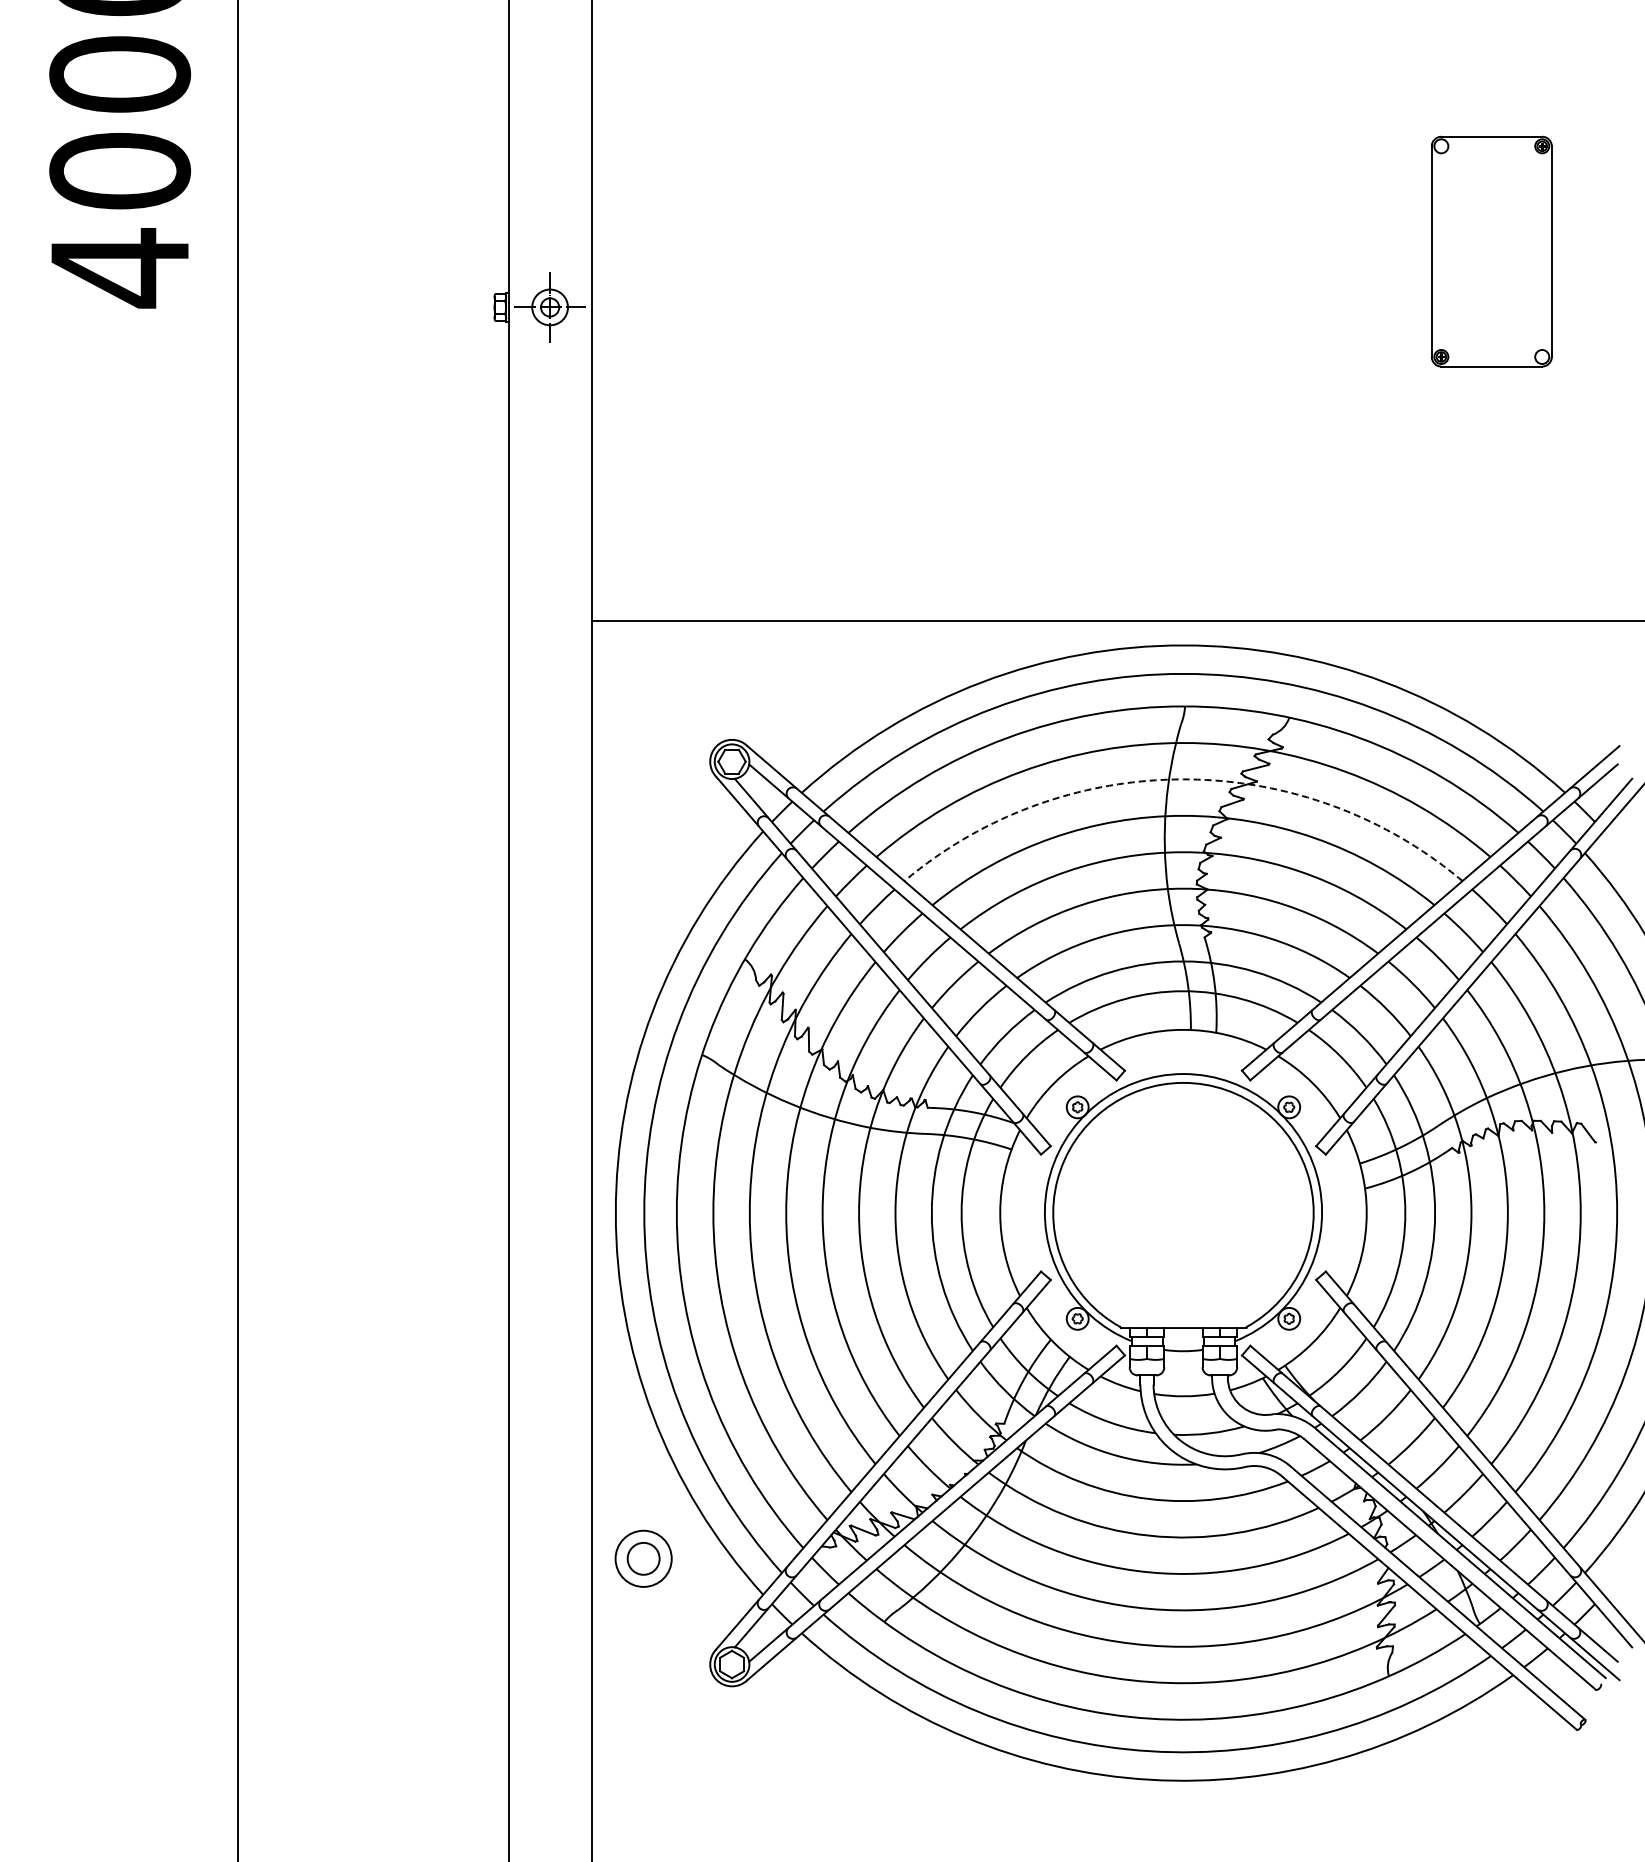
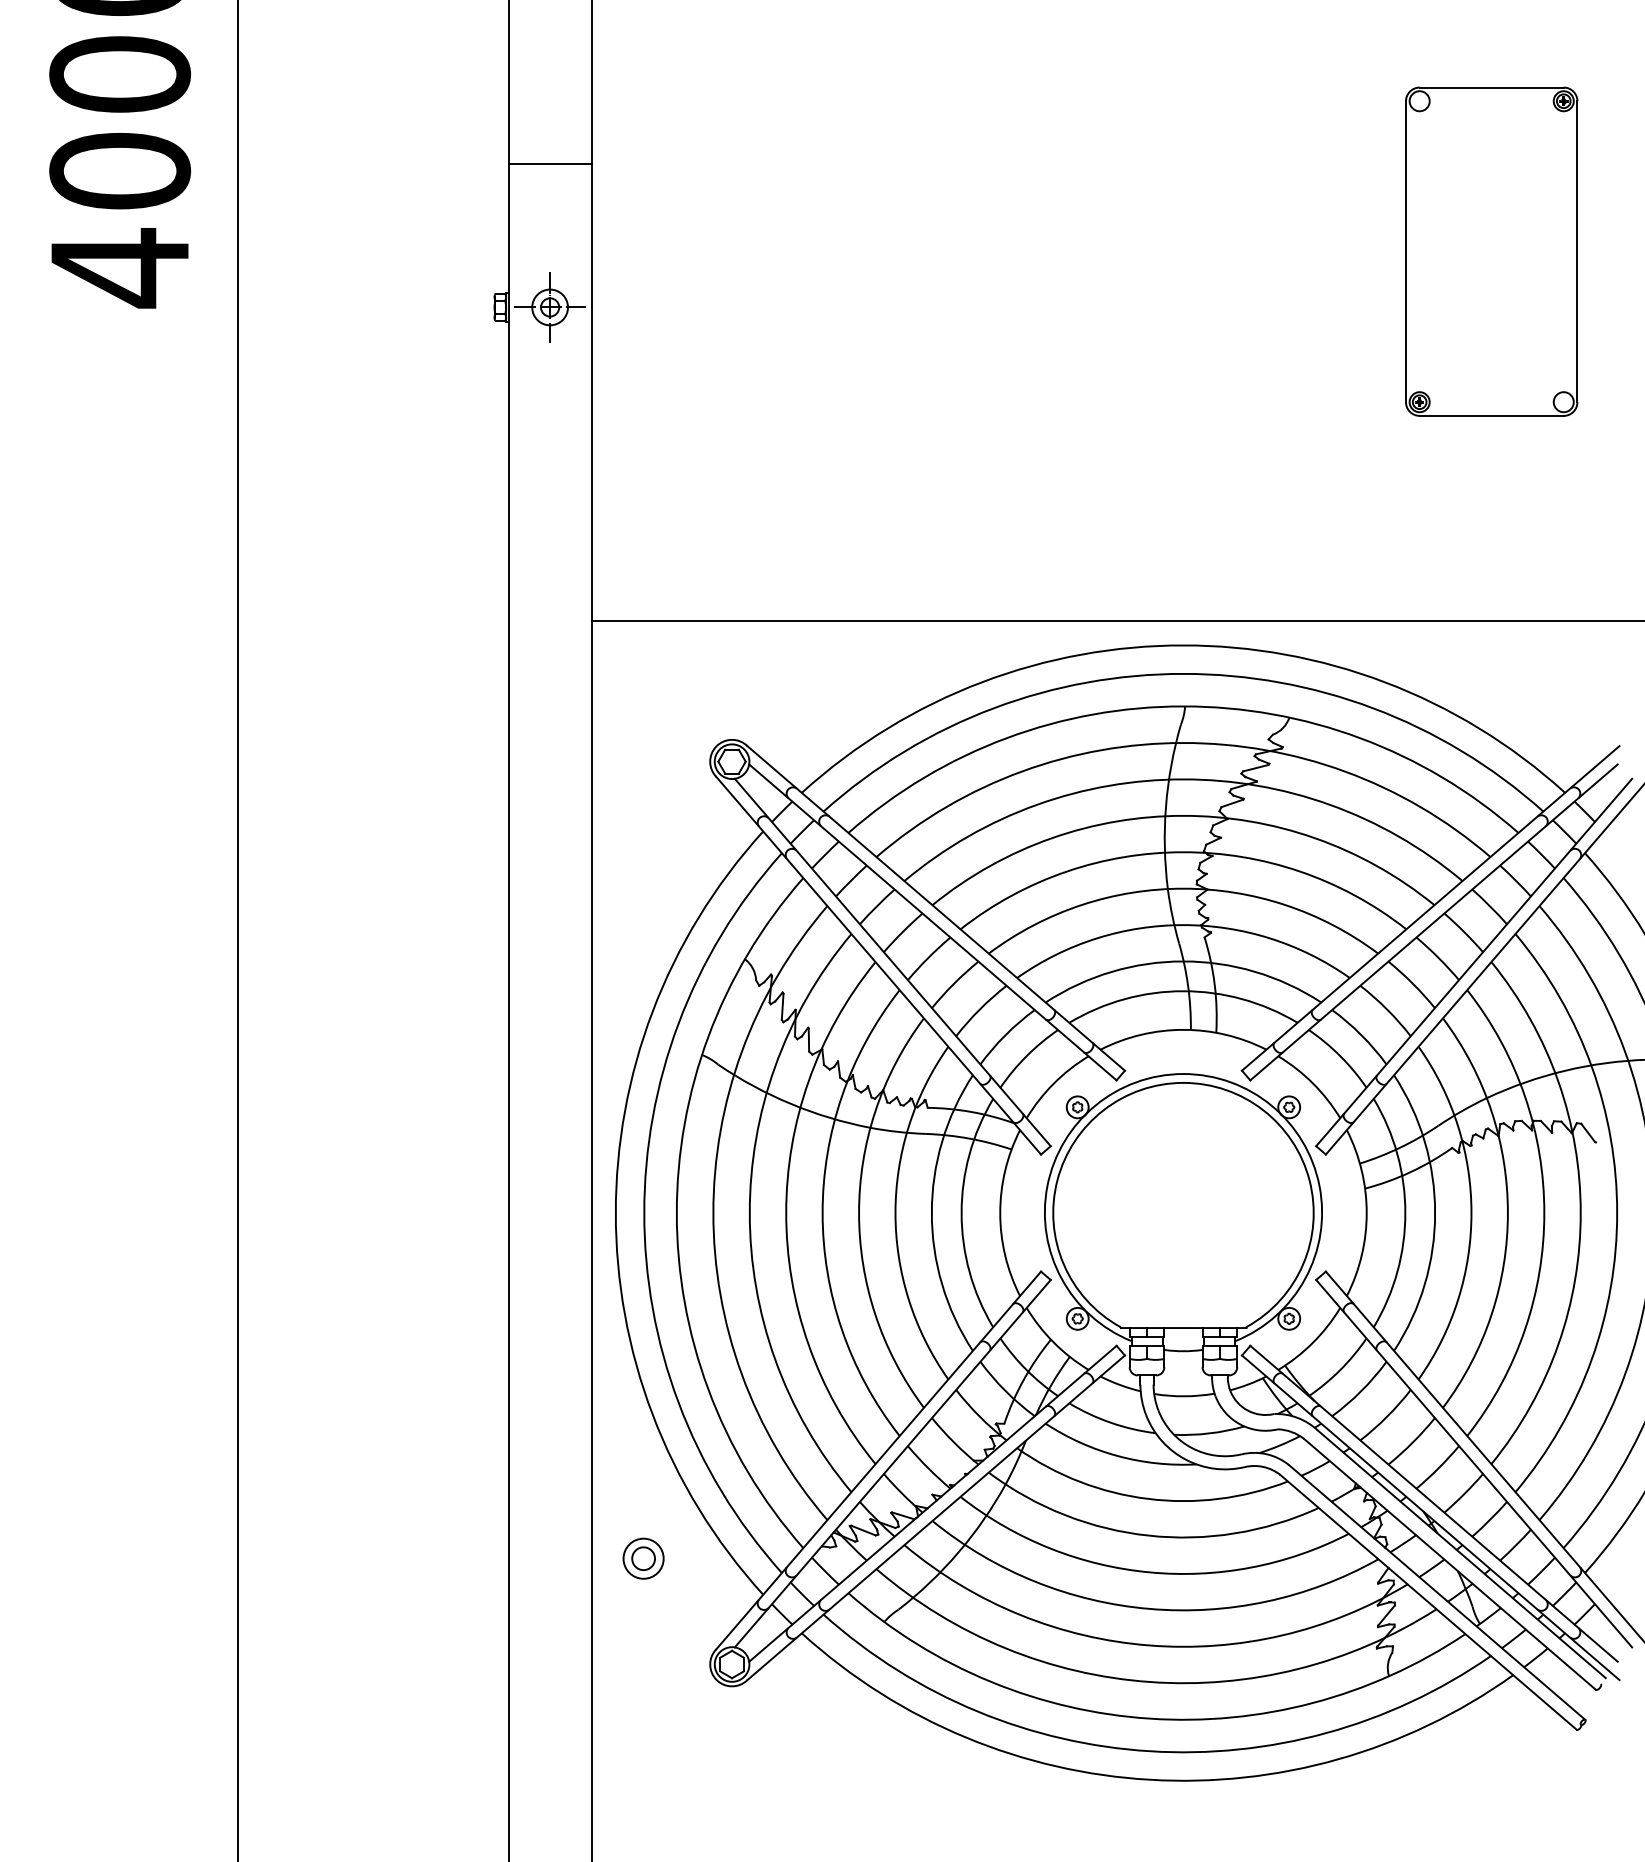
line at (550, 164): none -> present
part at (1491, 251) size: 123x233 px -> 174x331 px
arc at (1183, 779): dashed -> solid
part at (643, 1558) size: 59x59 px -> 43x43 px
